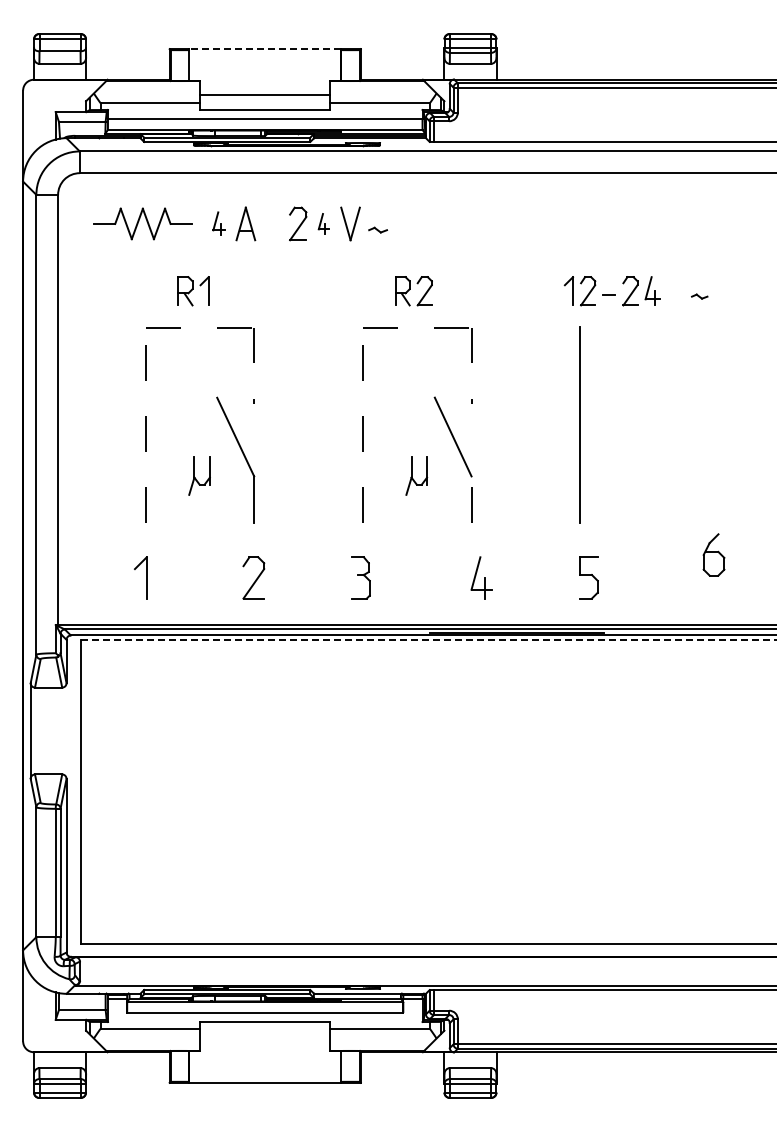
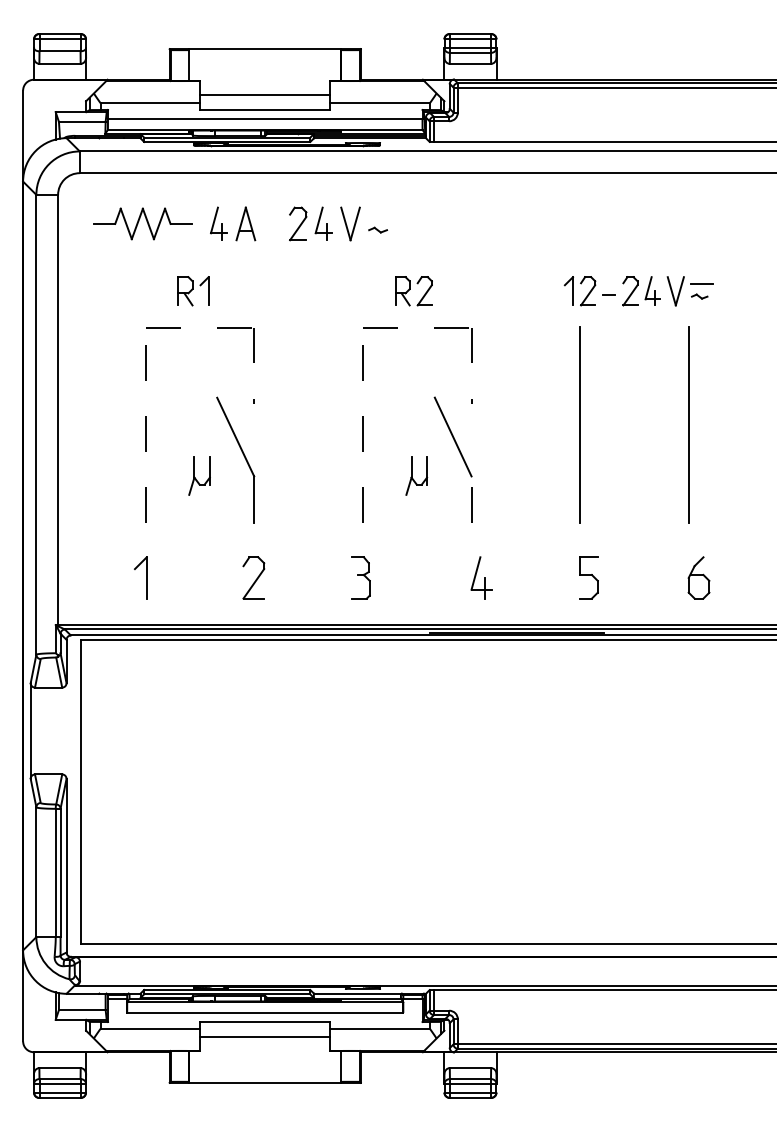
line at (264, 49): dashed -> solid
part at (218, 223) size: 14x25 px -> 18x35 px
part at (323, 223) size: 13x22 px -> 19x35 px
part at (690, 284): none -> present
line at (688, 424): none -> present
part at (713, 554) position: (713, 554) -> (698, 577)
line at (428, 639): dashed -> solid
line at (265, 1037): none -> present
